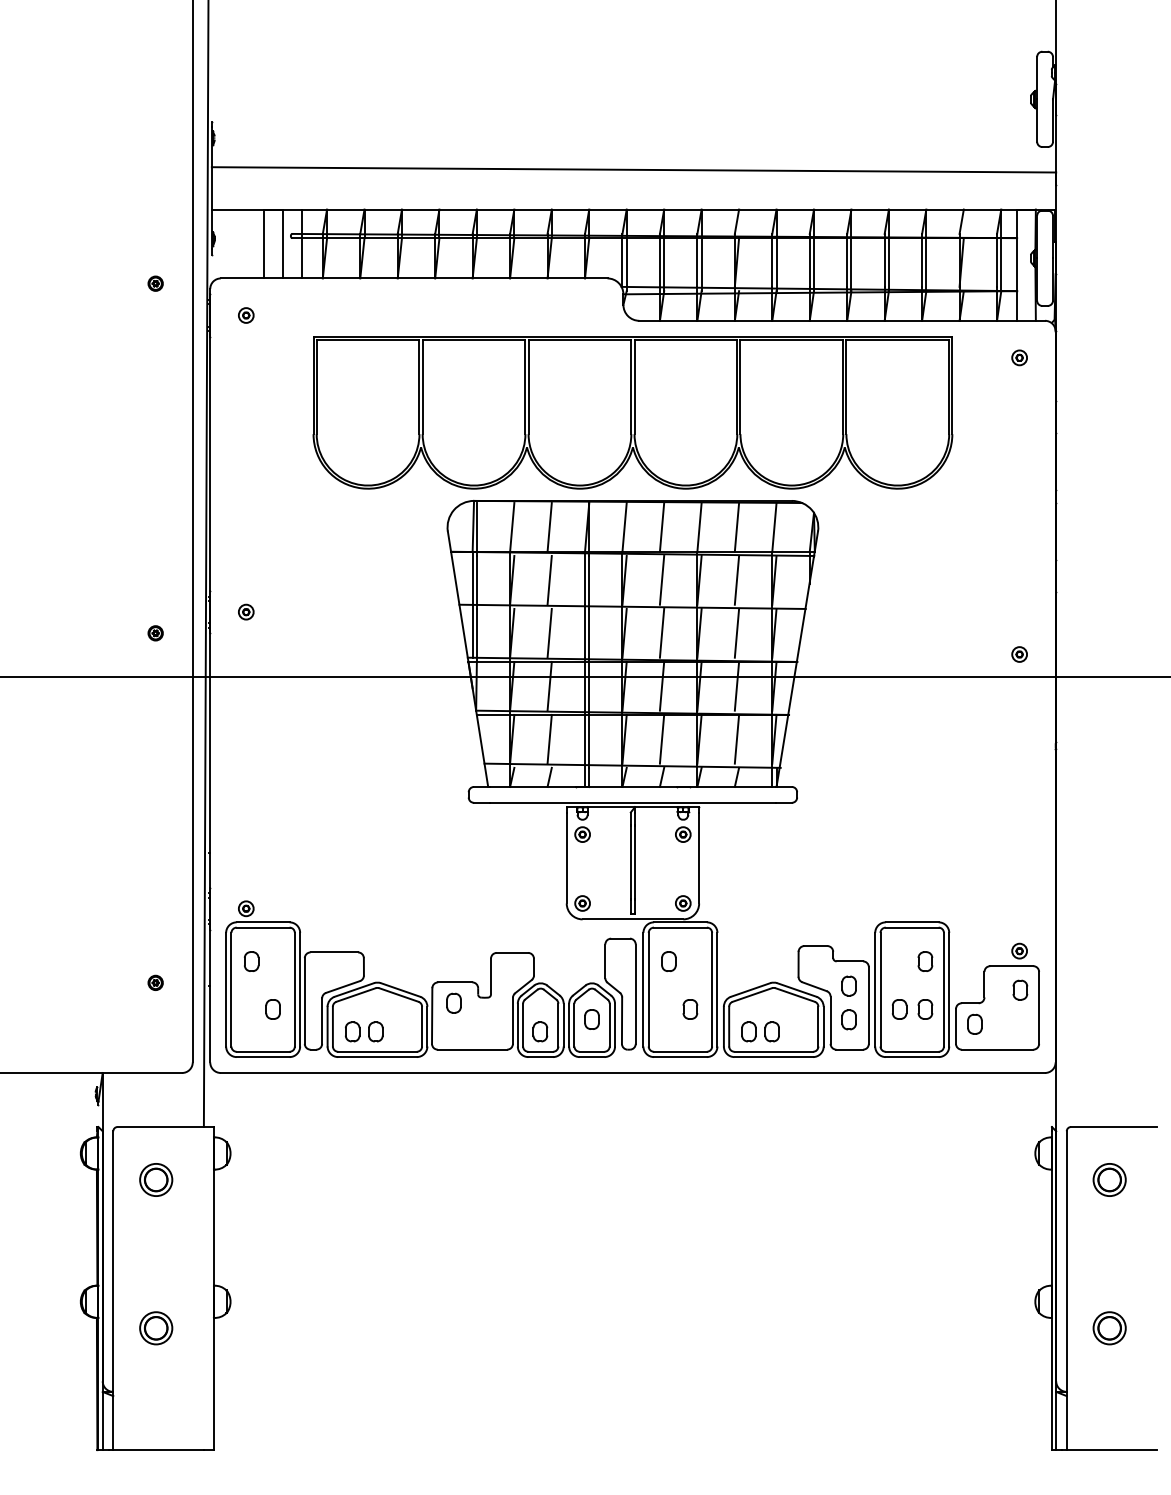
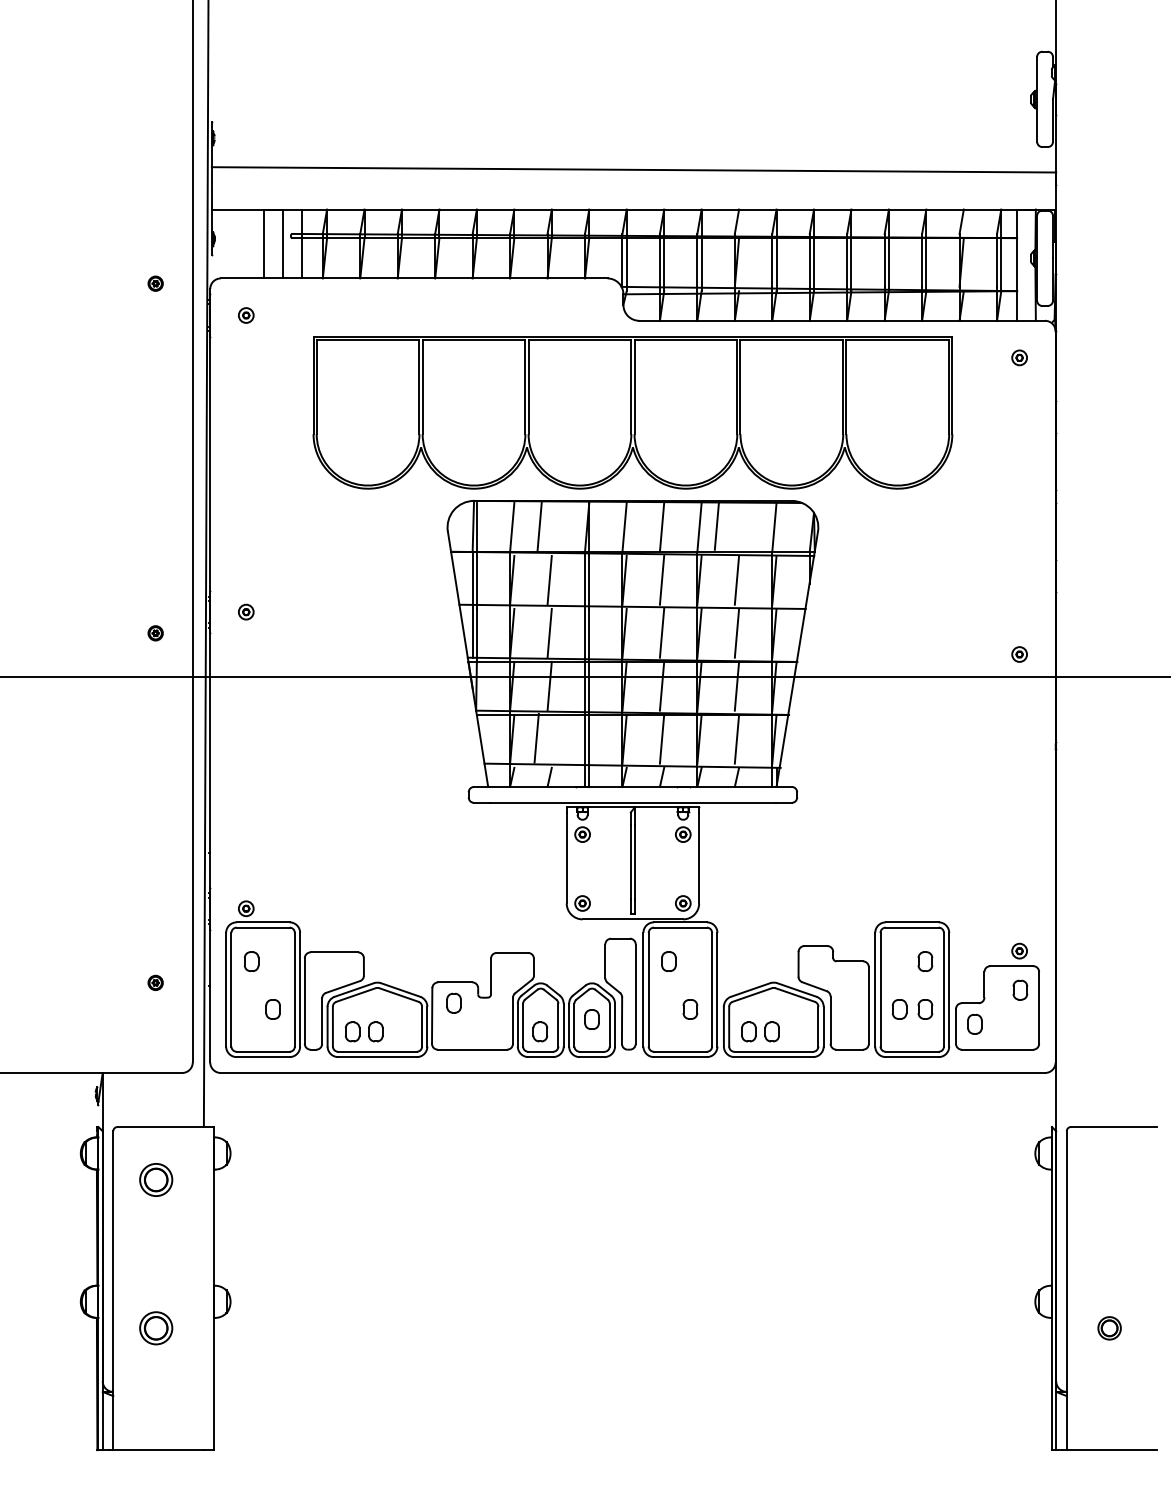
line at (549, 527) position: (549, 527) -> (539, 526)
line at (736, 527) position: (736, 527) -> (716, 525)
line at (549, 738) position: (549, 738) -> (536, 737)
part at (848, 985): present -> none
part at (848, 1019): present -> none
part at (1109, 1179): present -> none
part at (1109, 1328) size: 35x35 px -> 25x25 px
